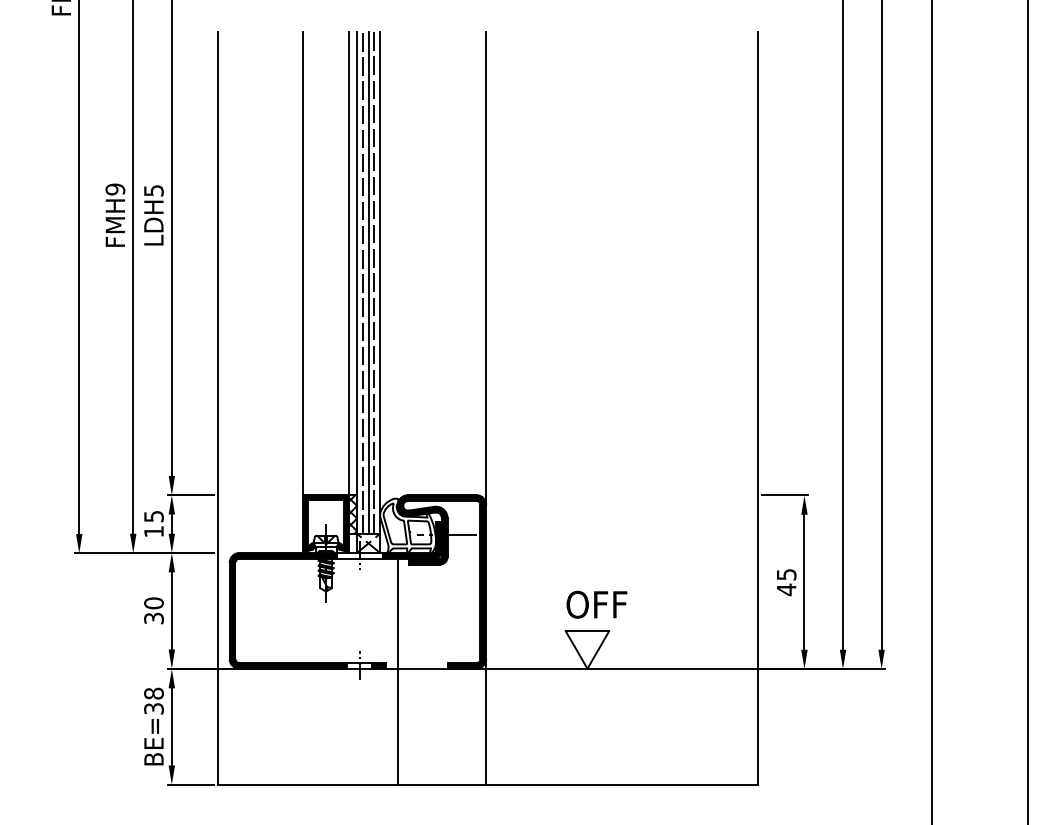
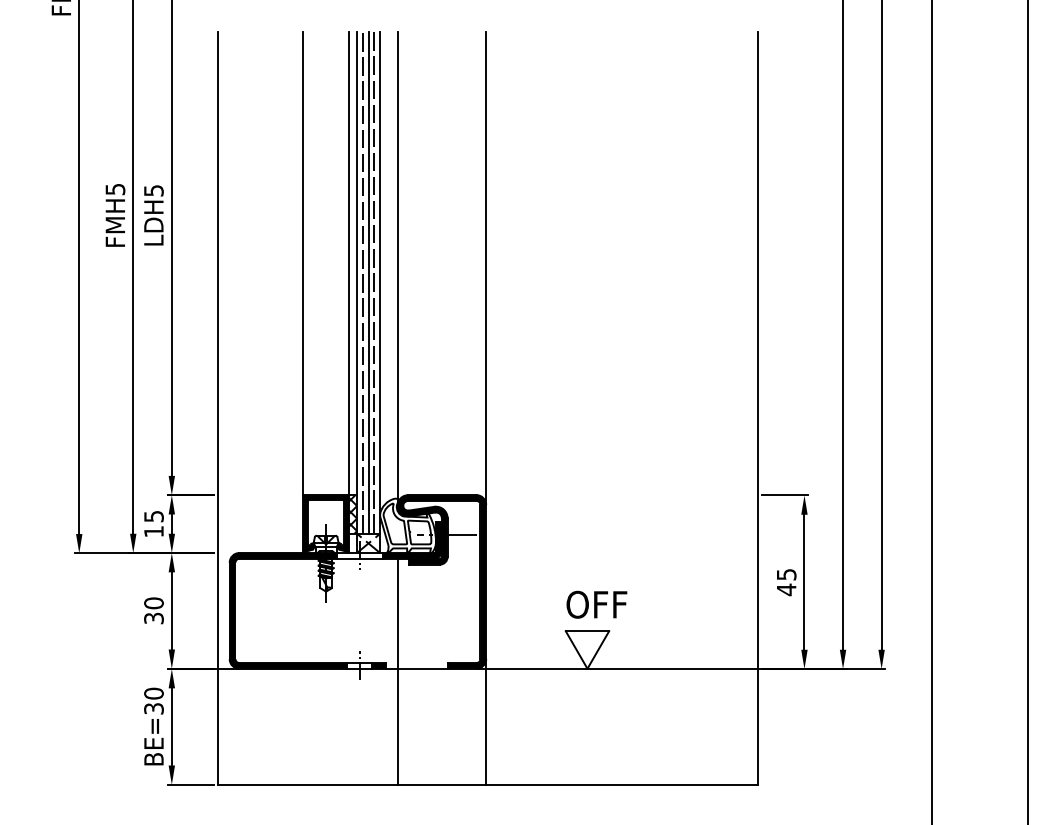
text at (114, 189): FMH9 -> FMH5
line at (397, 268): none -> present
text at (153, 693): BE=38 -> BE=30
